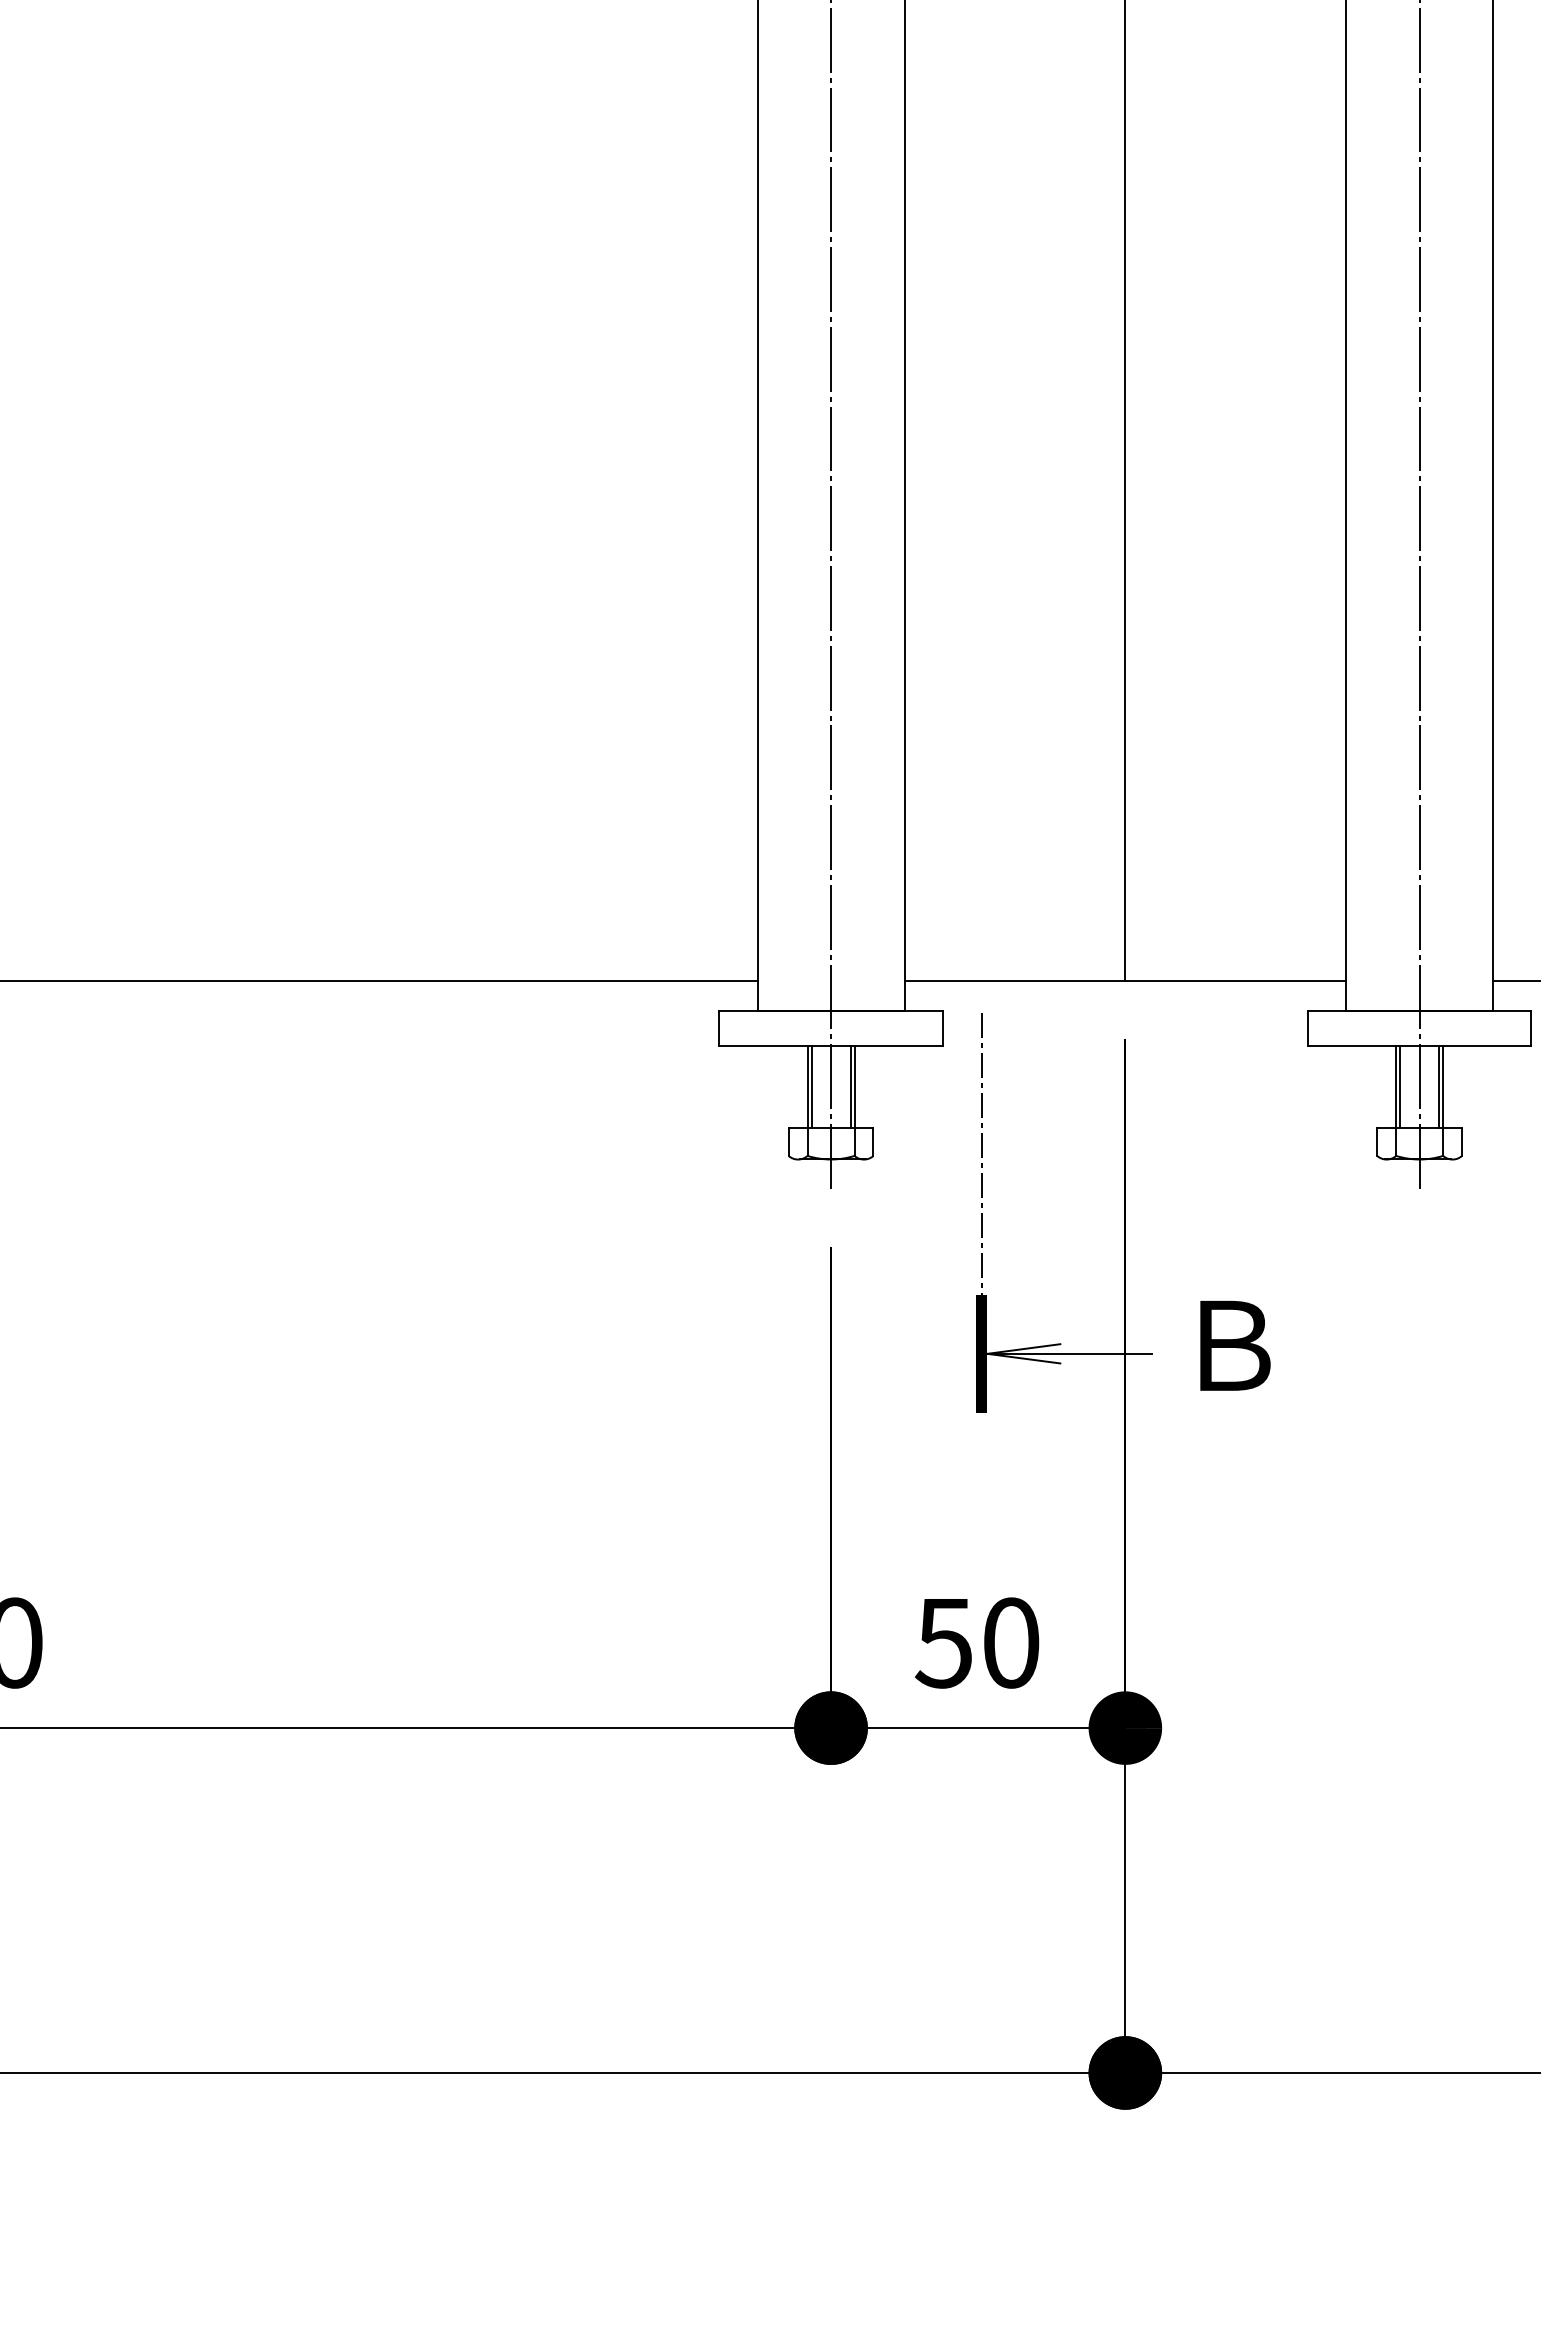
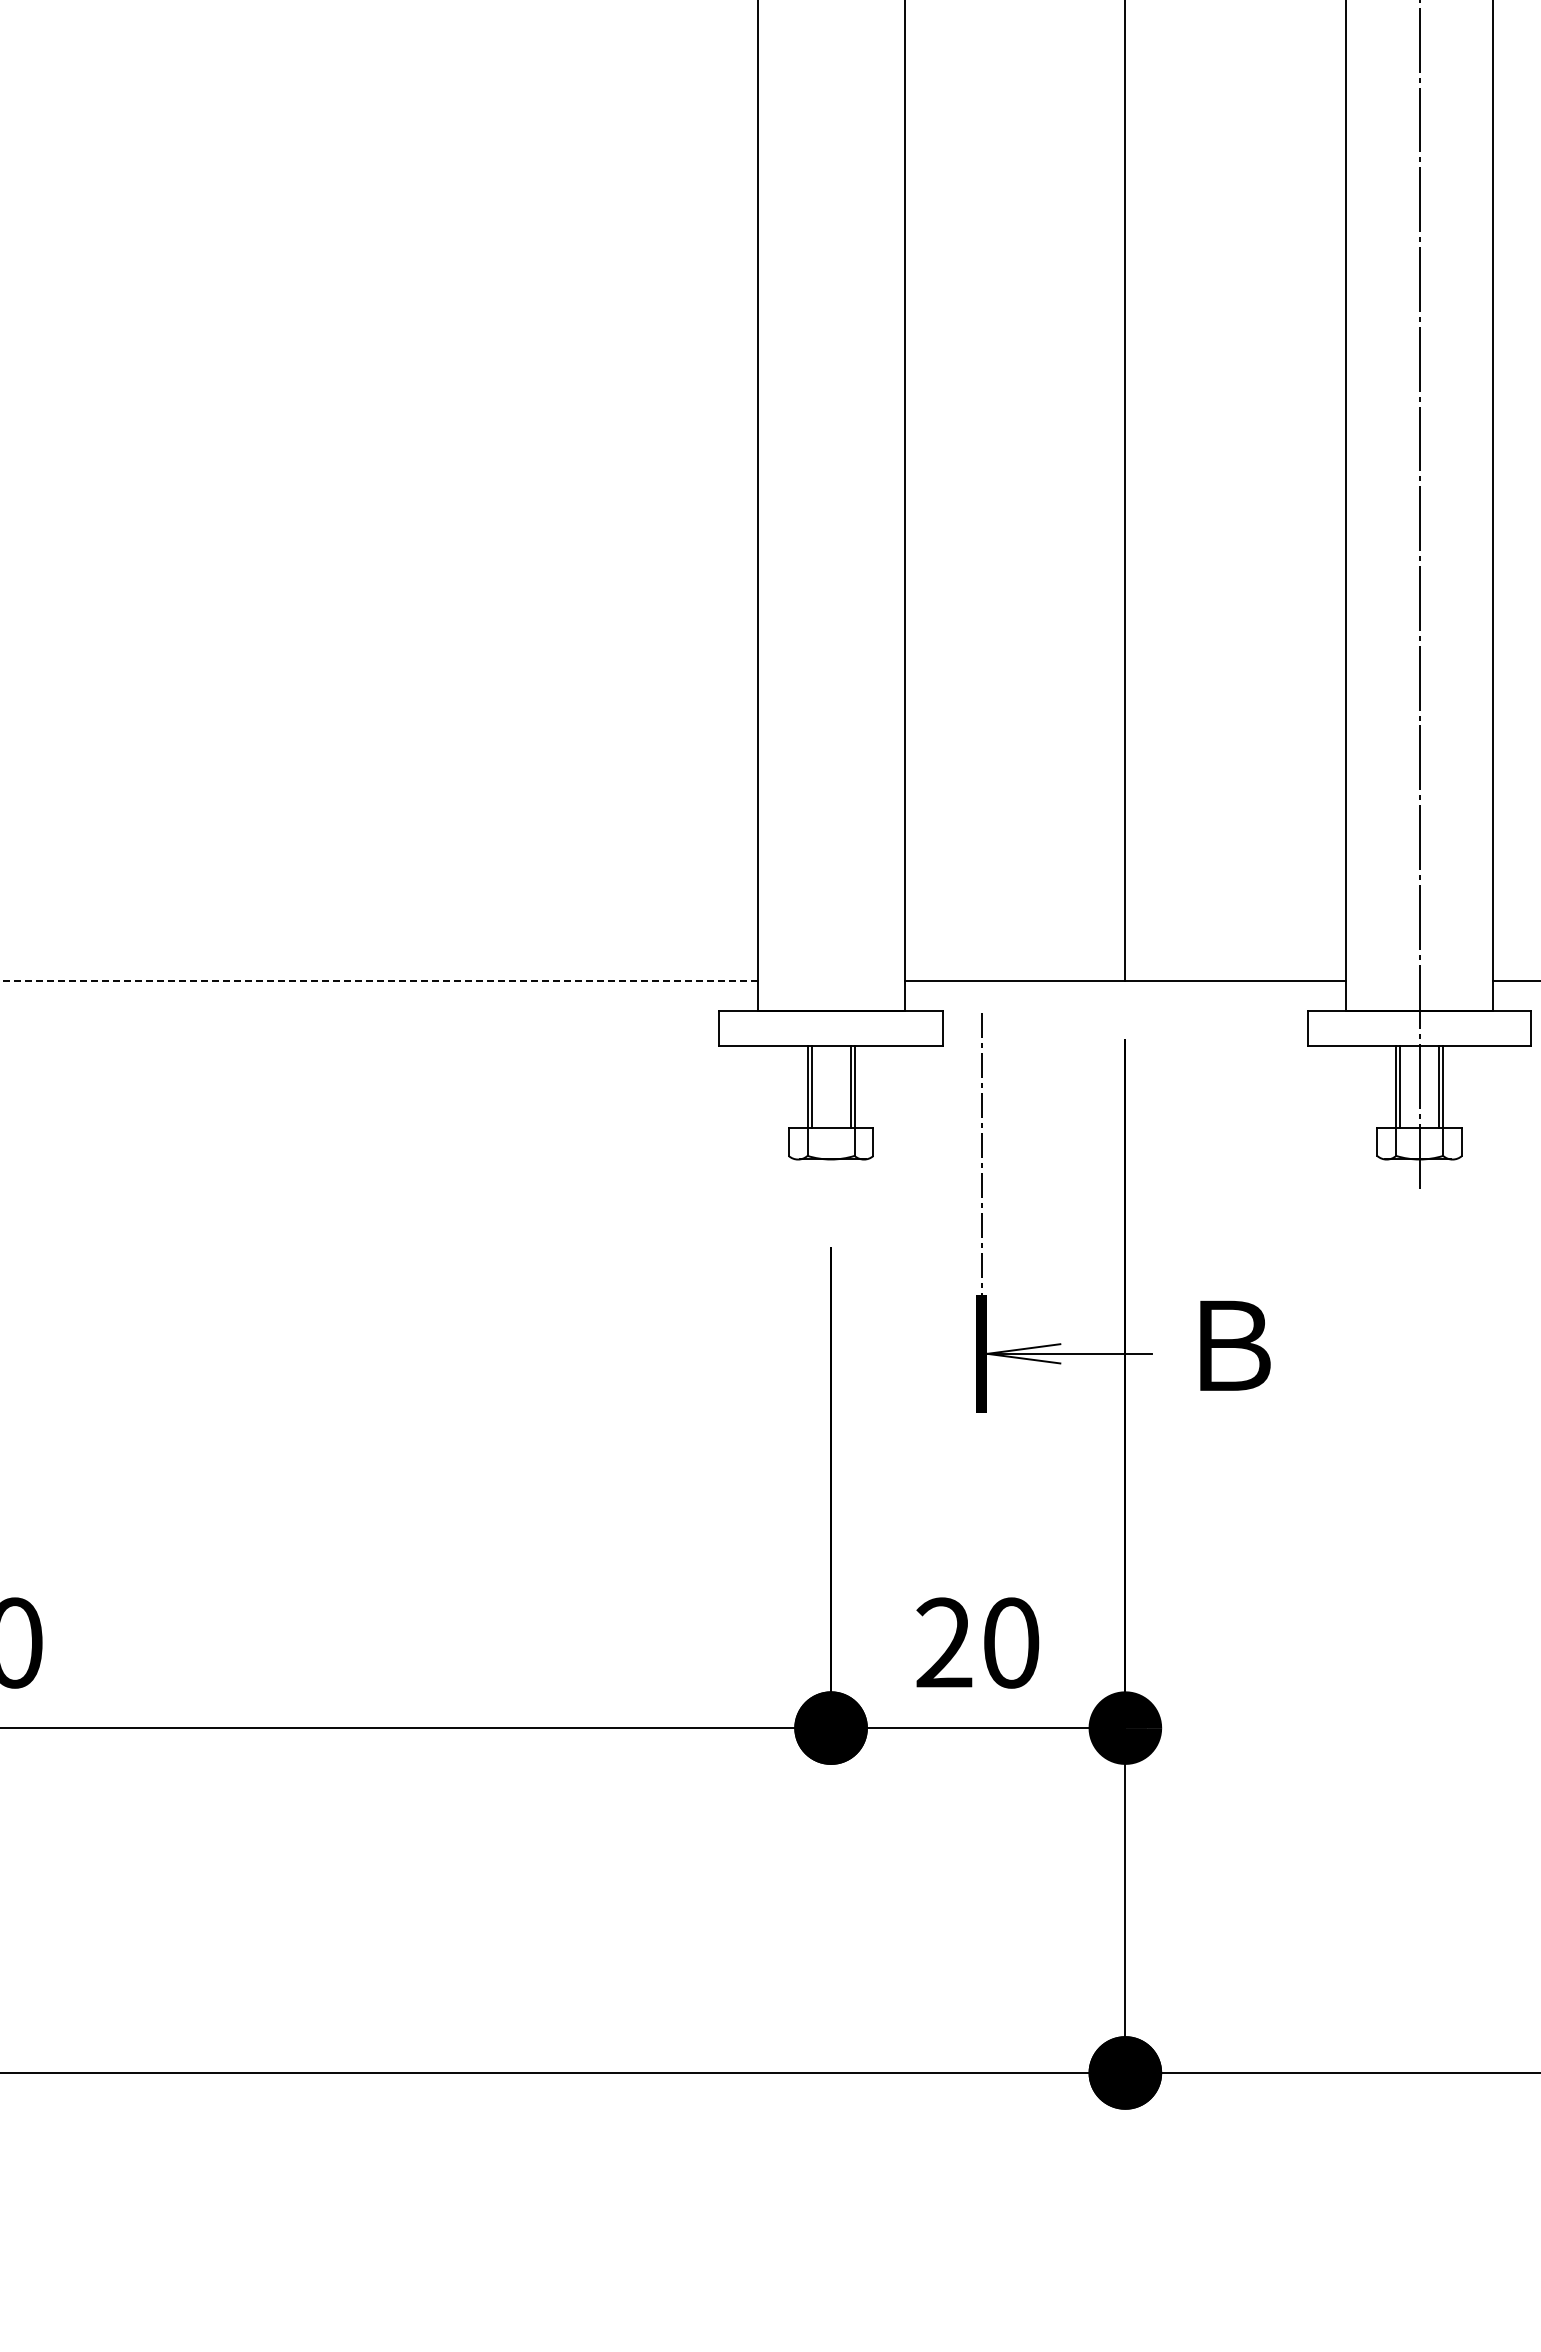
line at (831, 595): present -> none
line at (378, 981): solid -> dashed
text at (943, 1642): 50 -> 20
